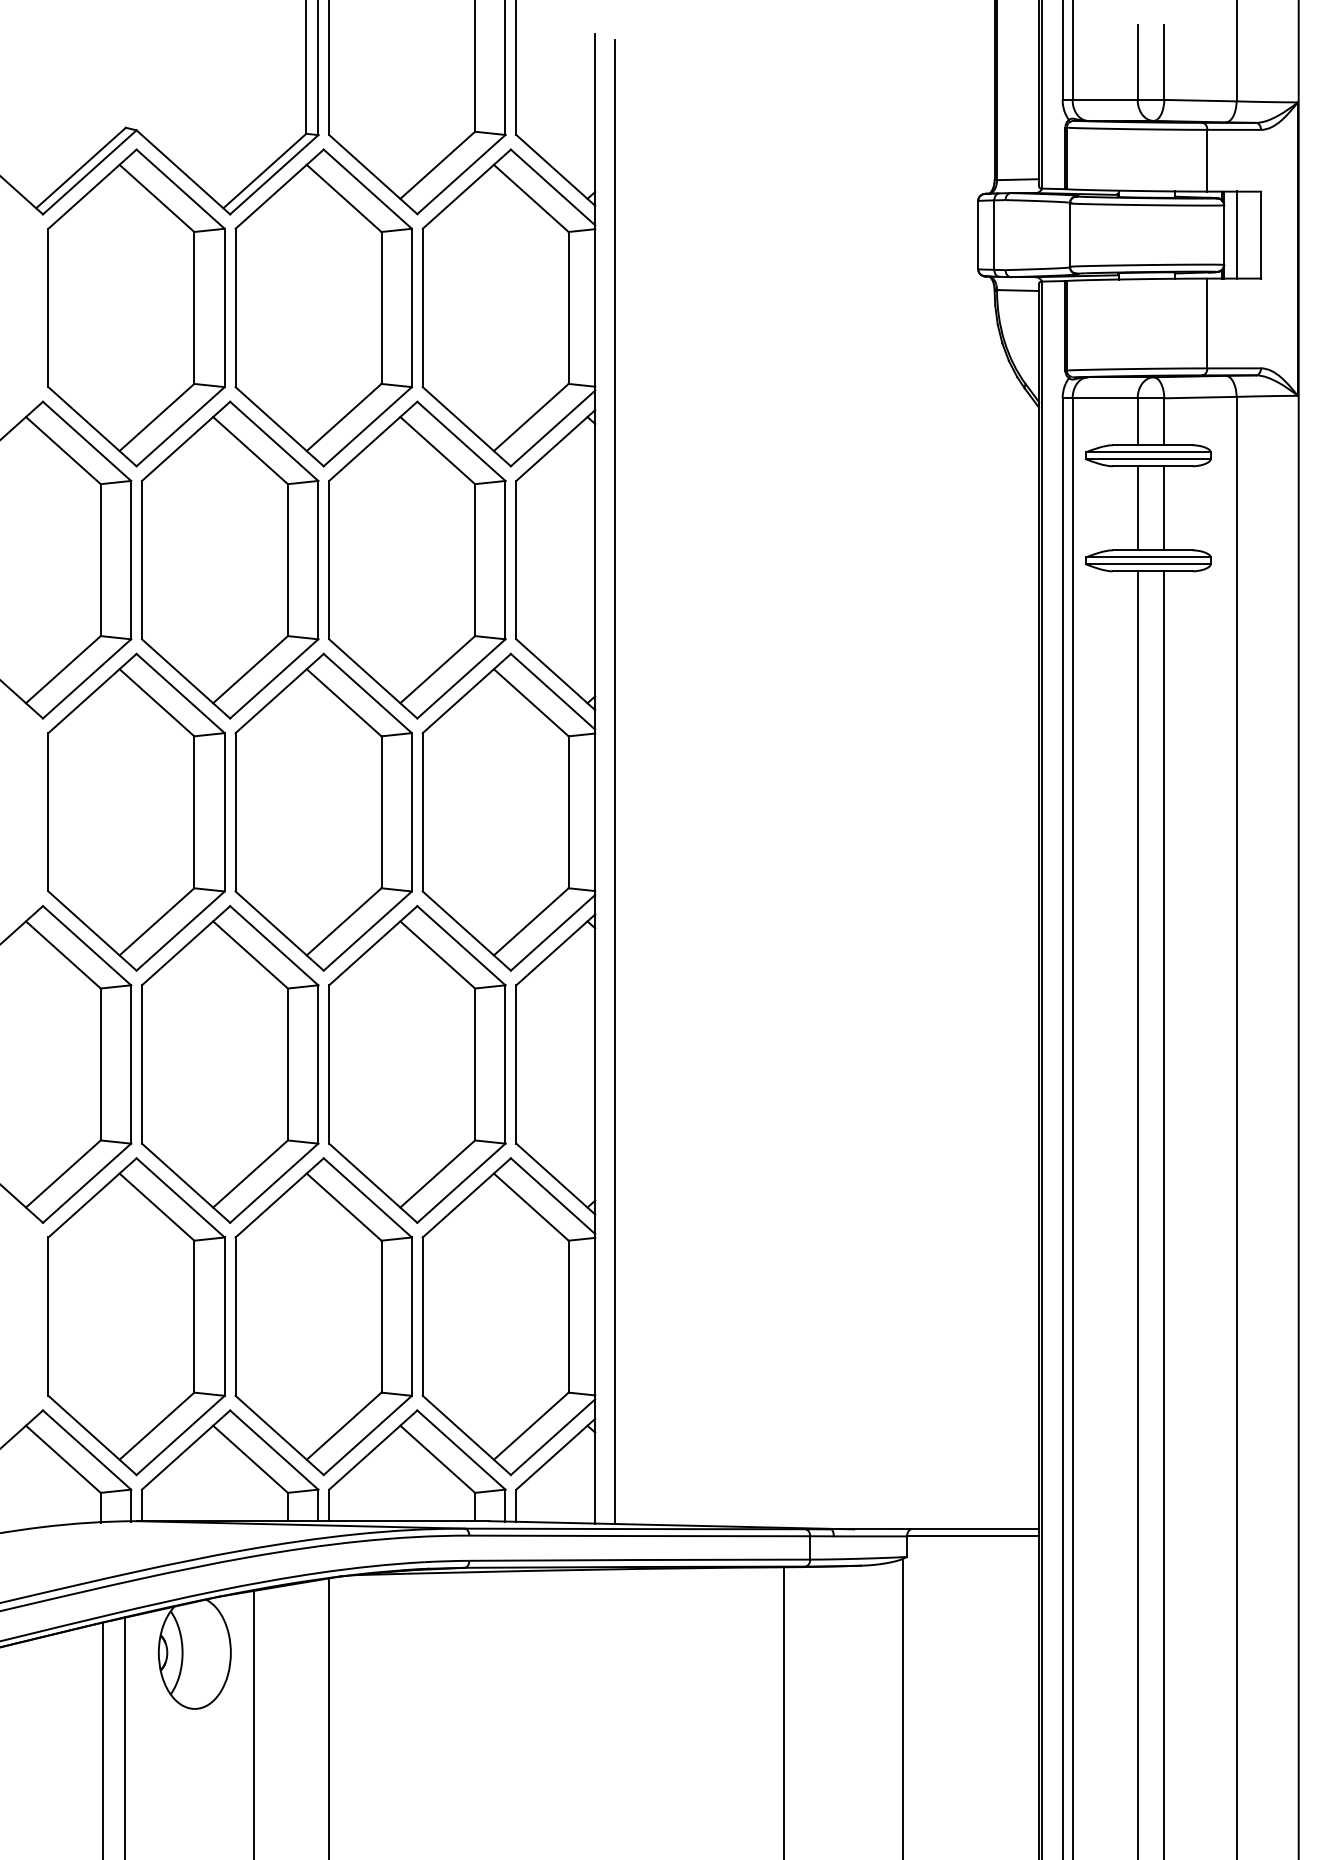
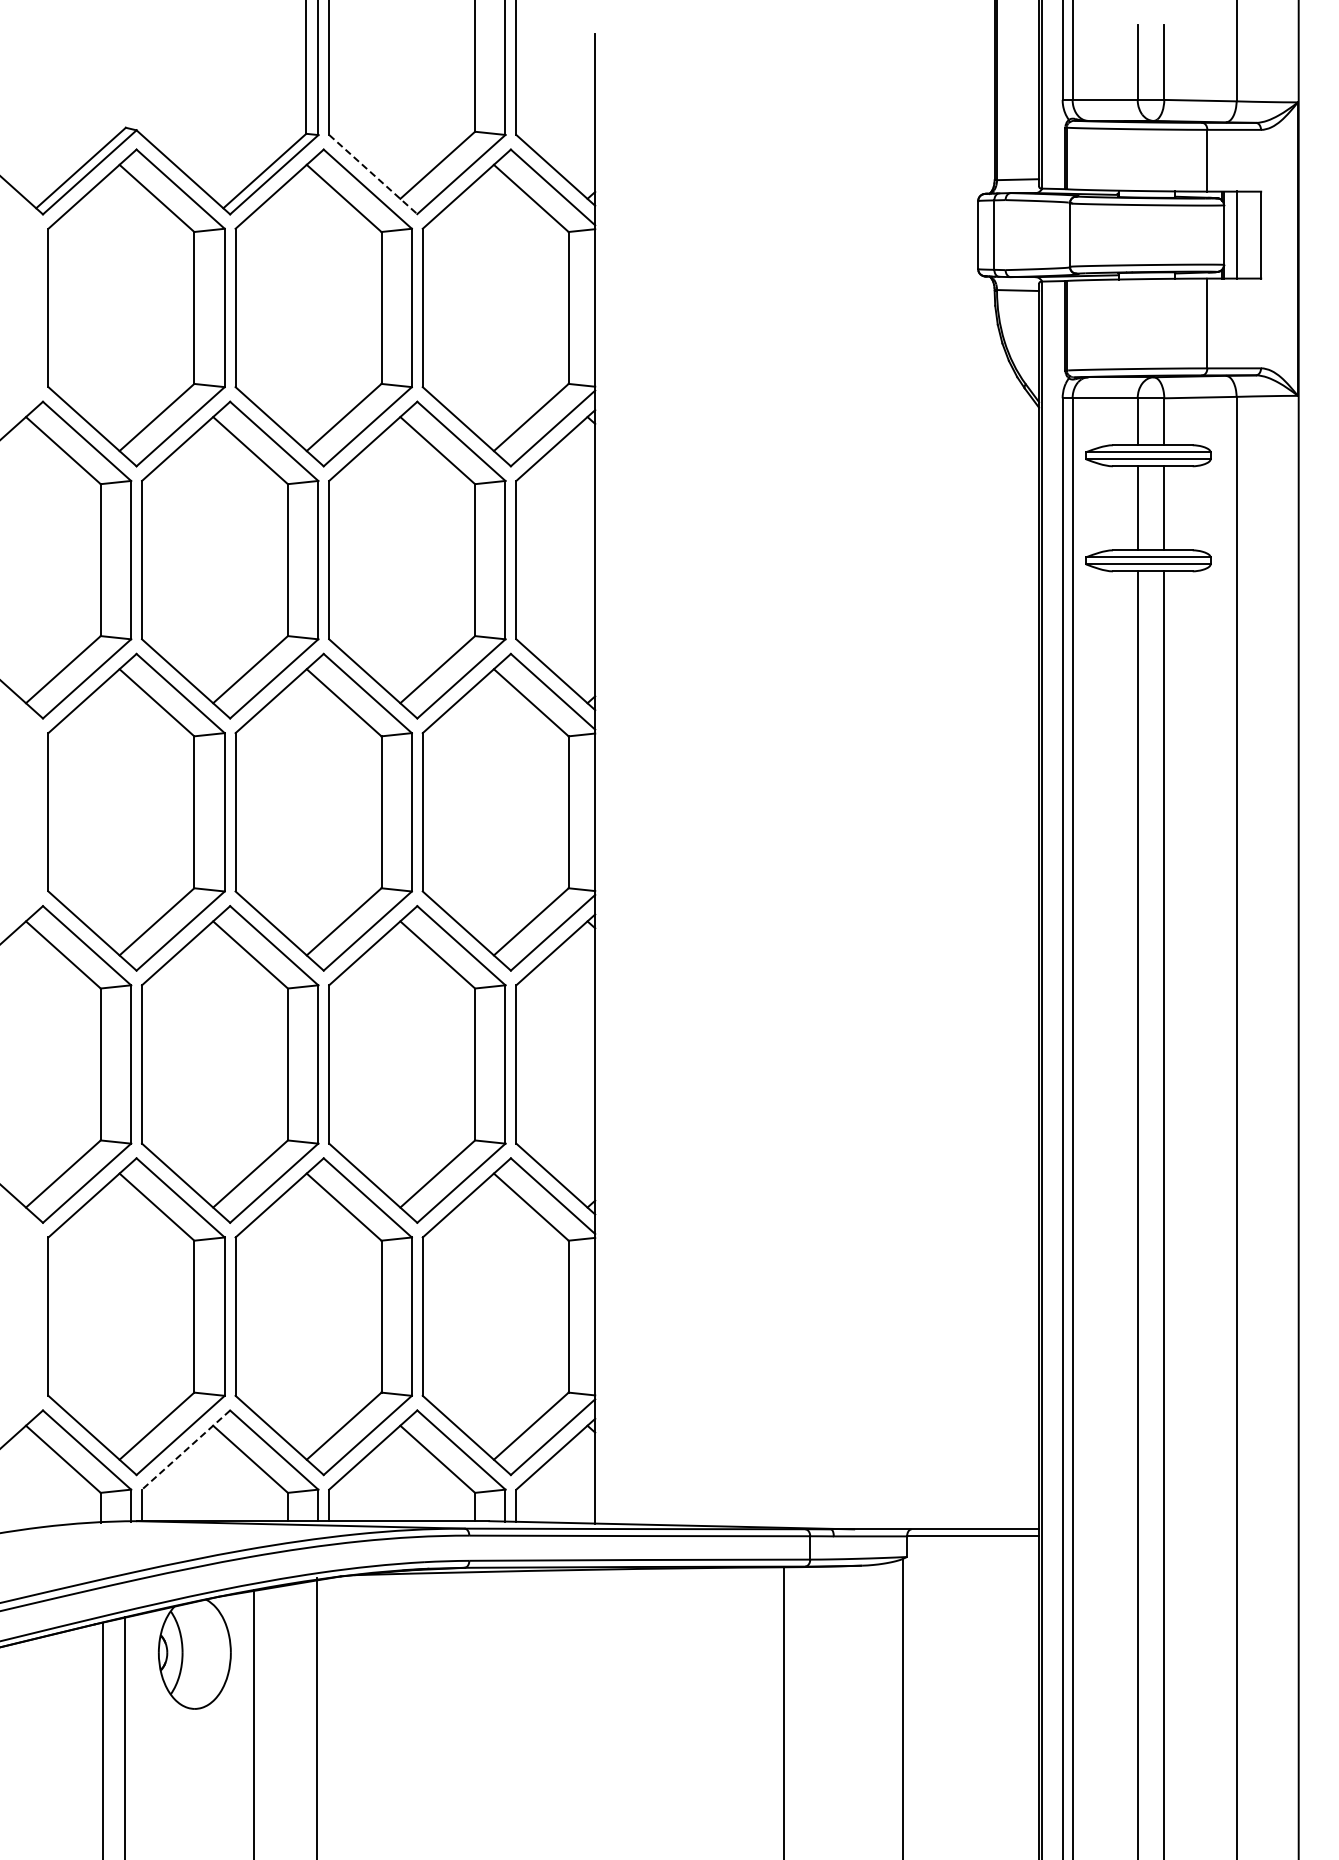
line at (373, 174): solid -> dashed
line at (614, 781): present -> none
line at (185, 1450): solid -> dashed
line at (329, 1717) position: (329, 1717) -> (317, 1717)
